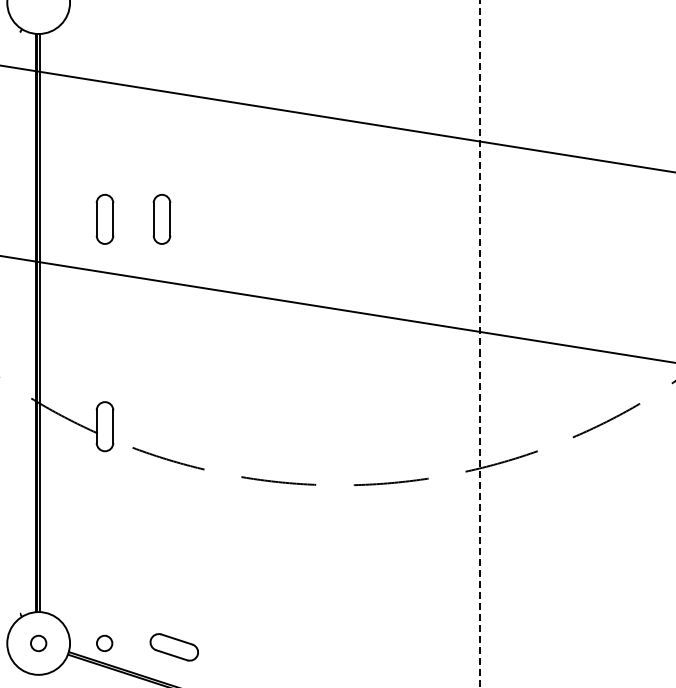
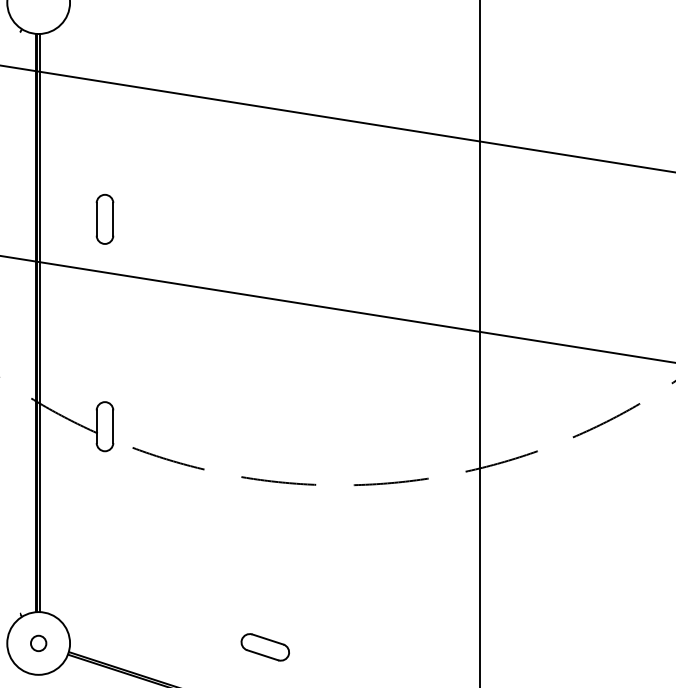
part at (161, 219): present -> none
line at (479, 343): dashed -> solid
circle at (104, 642): present -> none
part at (173, 647) position: (173, 647) -> (264, 647)
